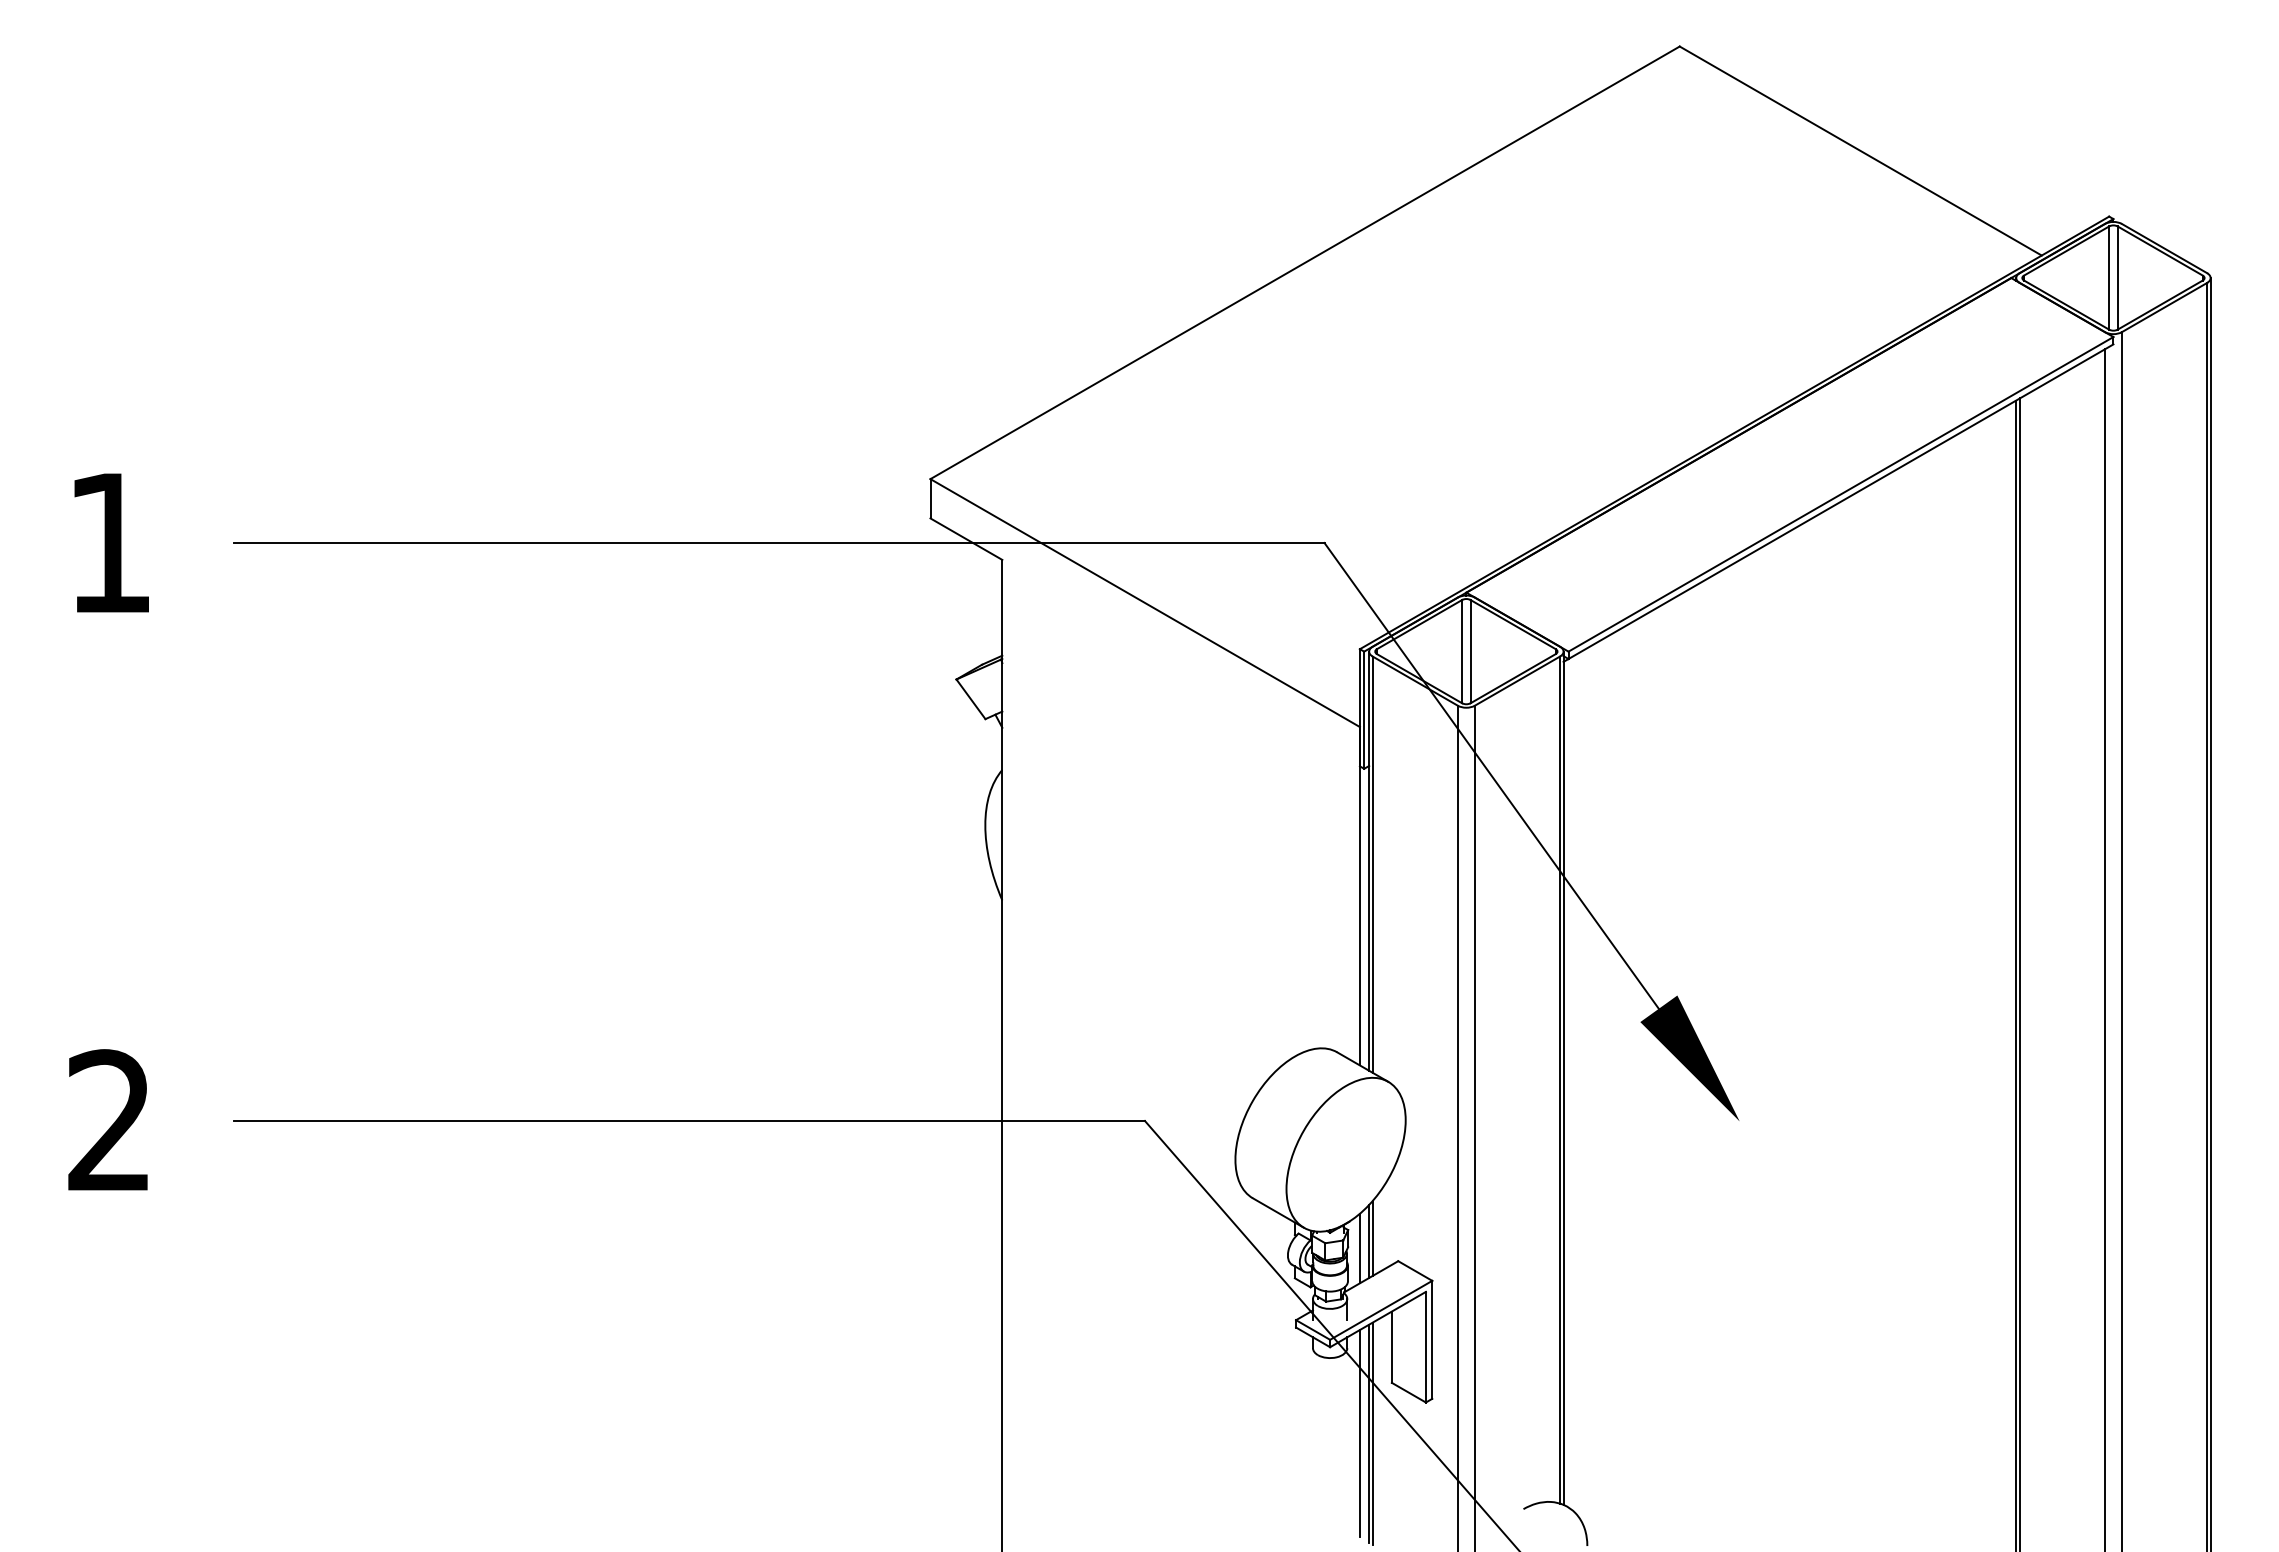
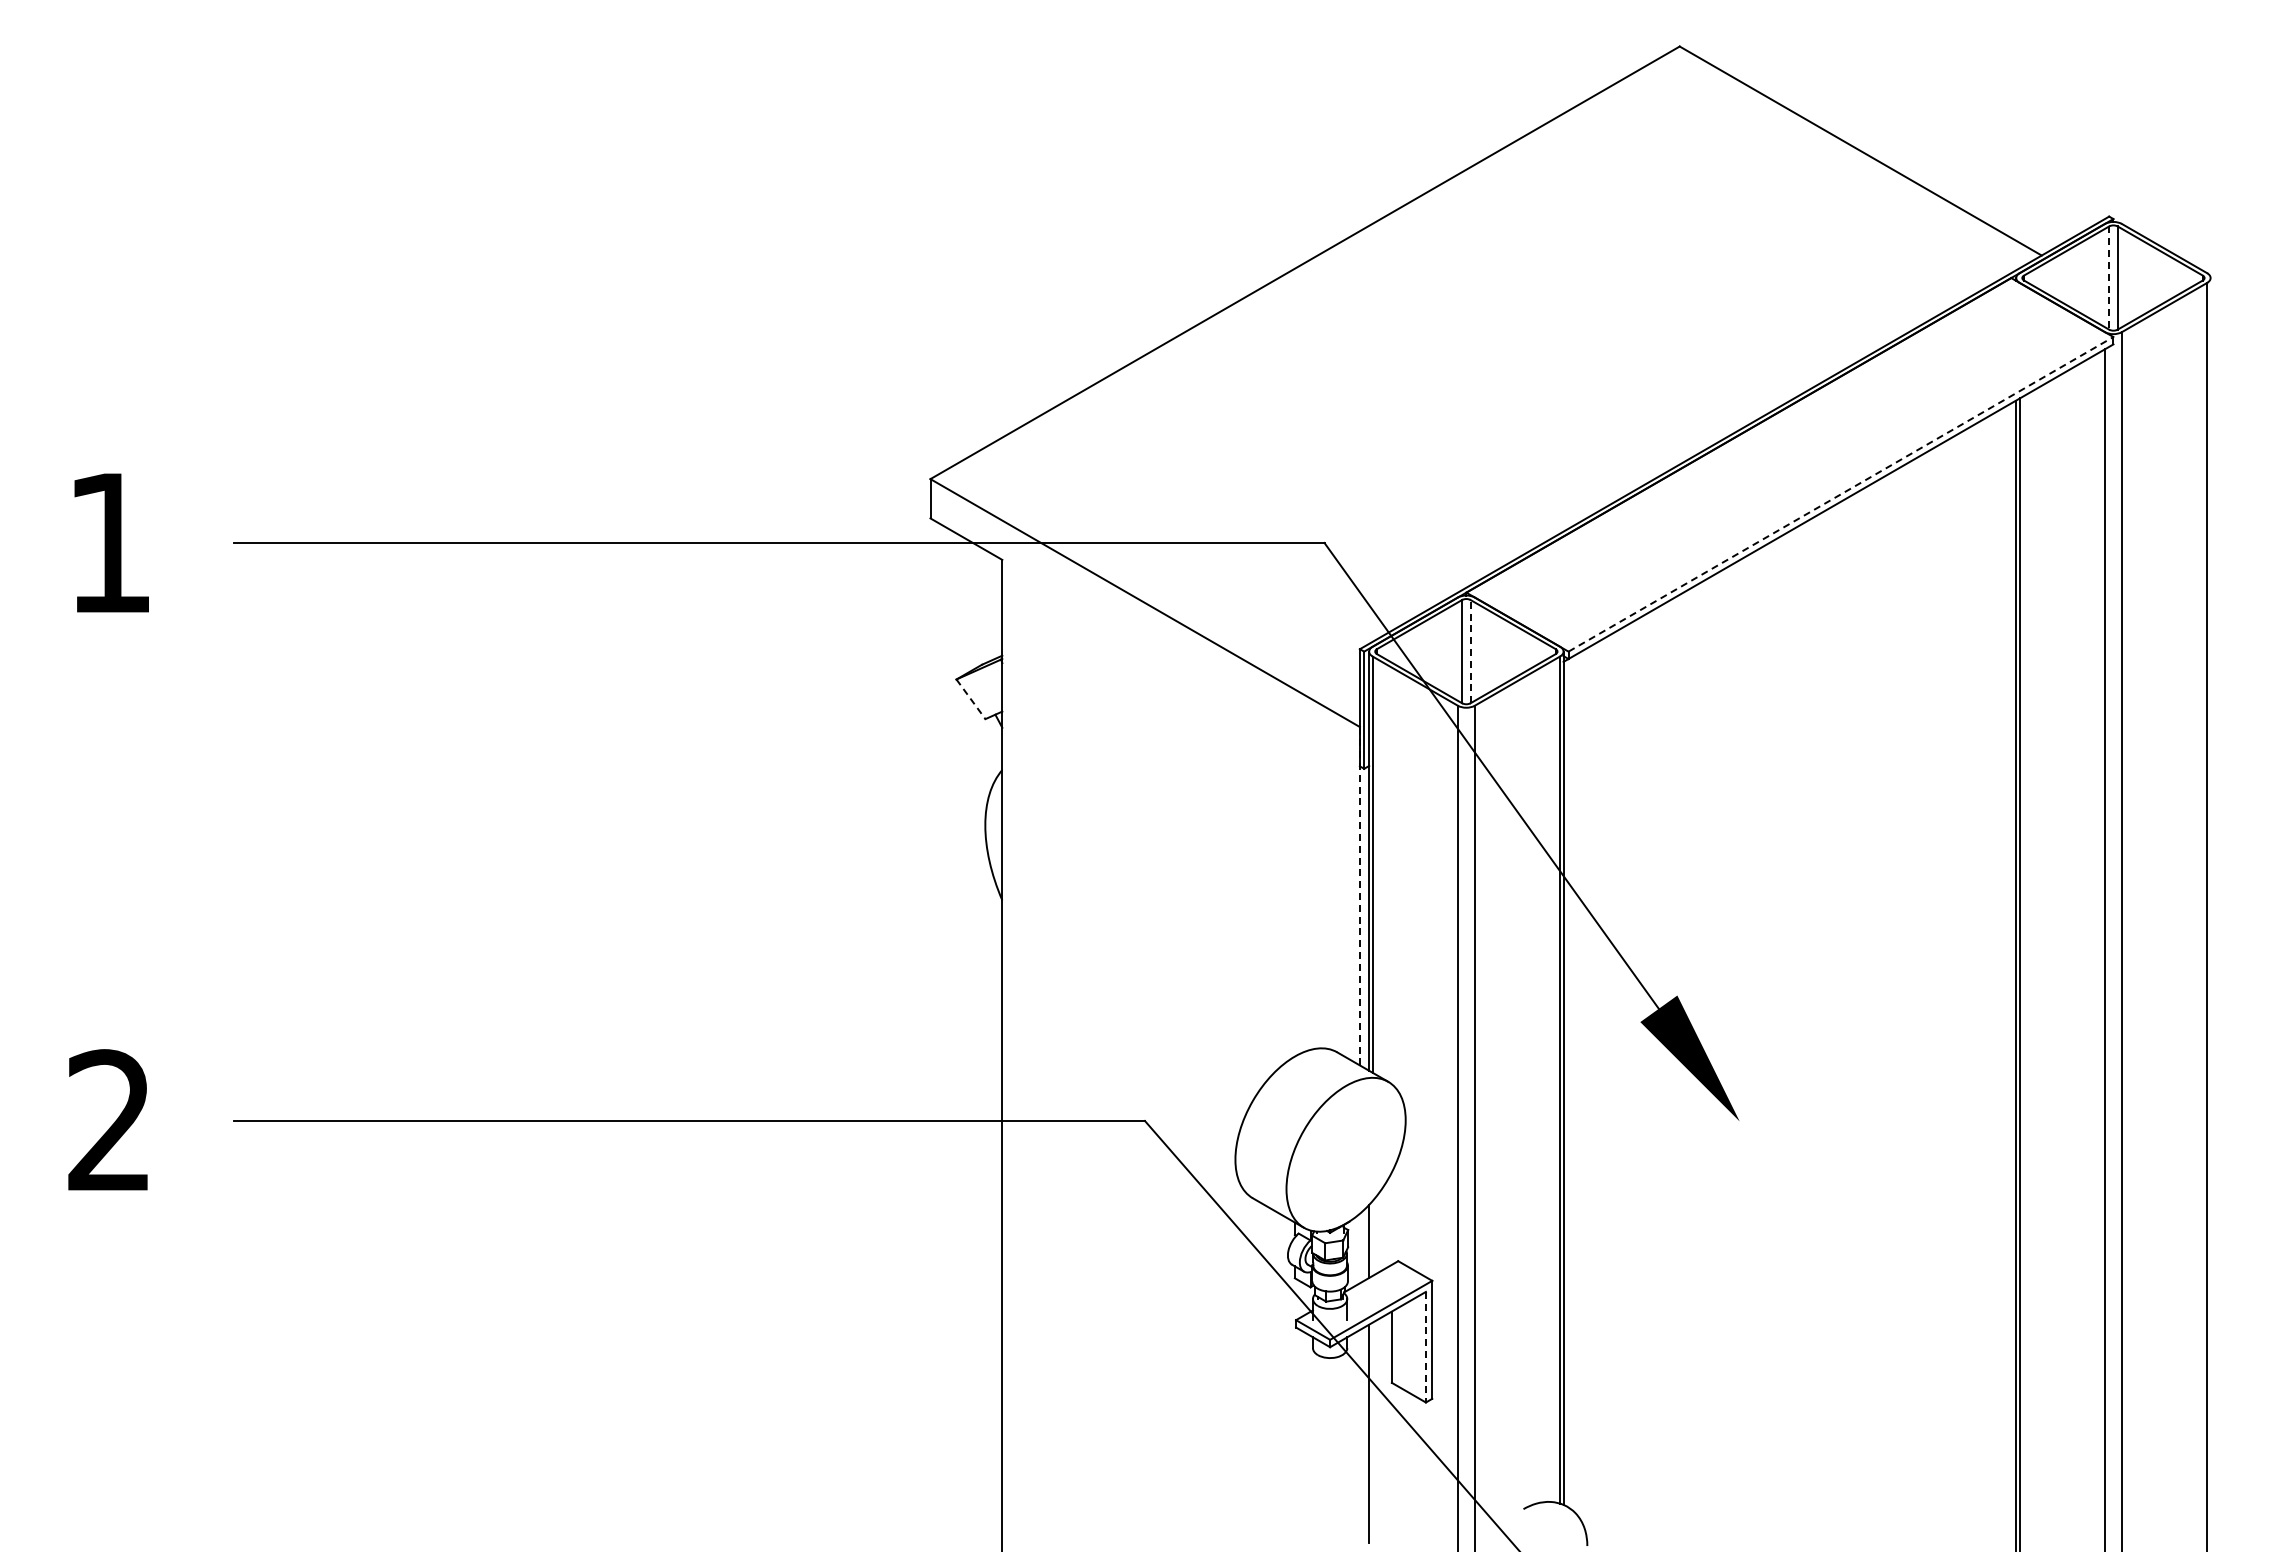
line at (2109, 278): solid -> dashed
line at (1840, 494): solid -> dashed
line at (1470, 651): solid -> dashed
line at (970, 699): solid -> dashed
line at (1359, 895): solid -> dashed
line at (2210, 913): present -> none
line at (1372, 1238): present -> none
line at (1359, 1248): present -> none
line at (1425, 1347): solid -> dashed
line at (1359, 1433): present -> none
line at (1372, 1433): present -> none
